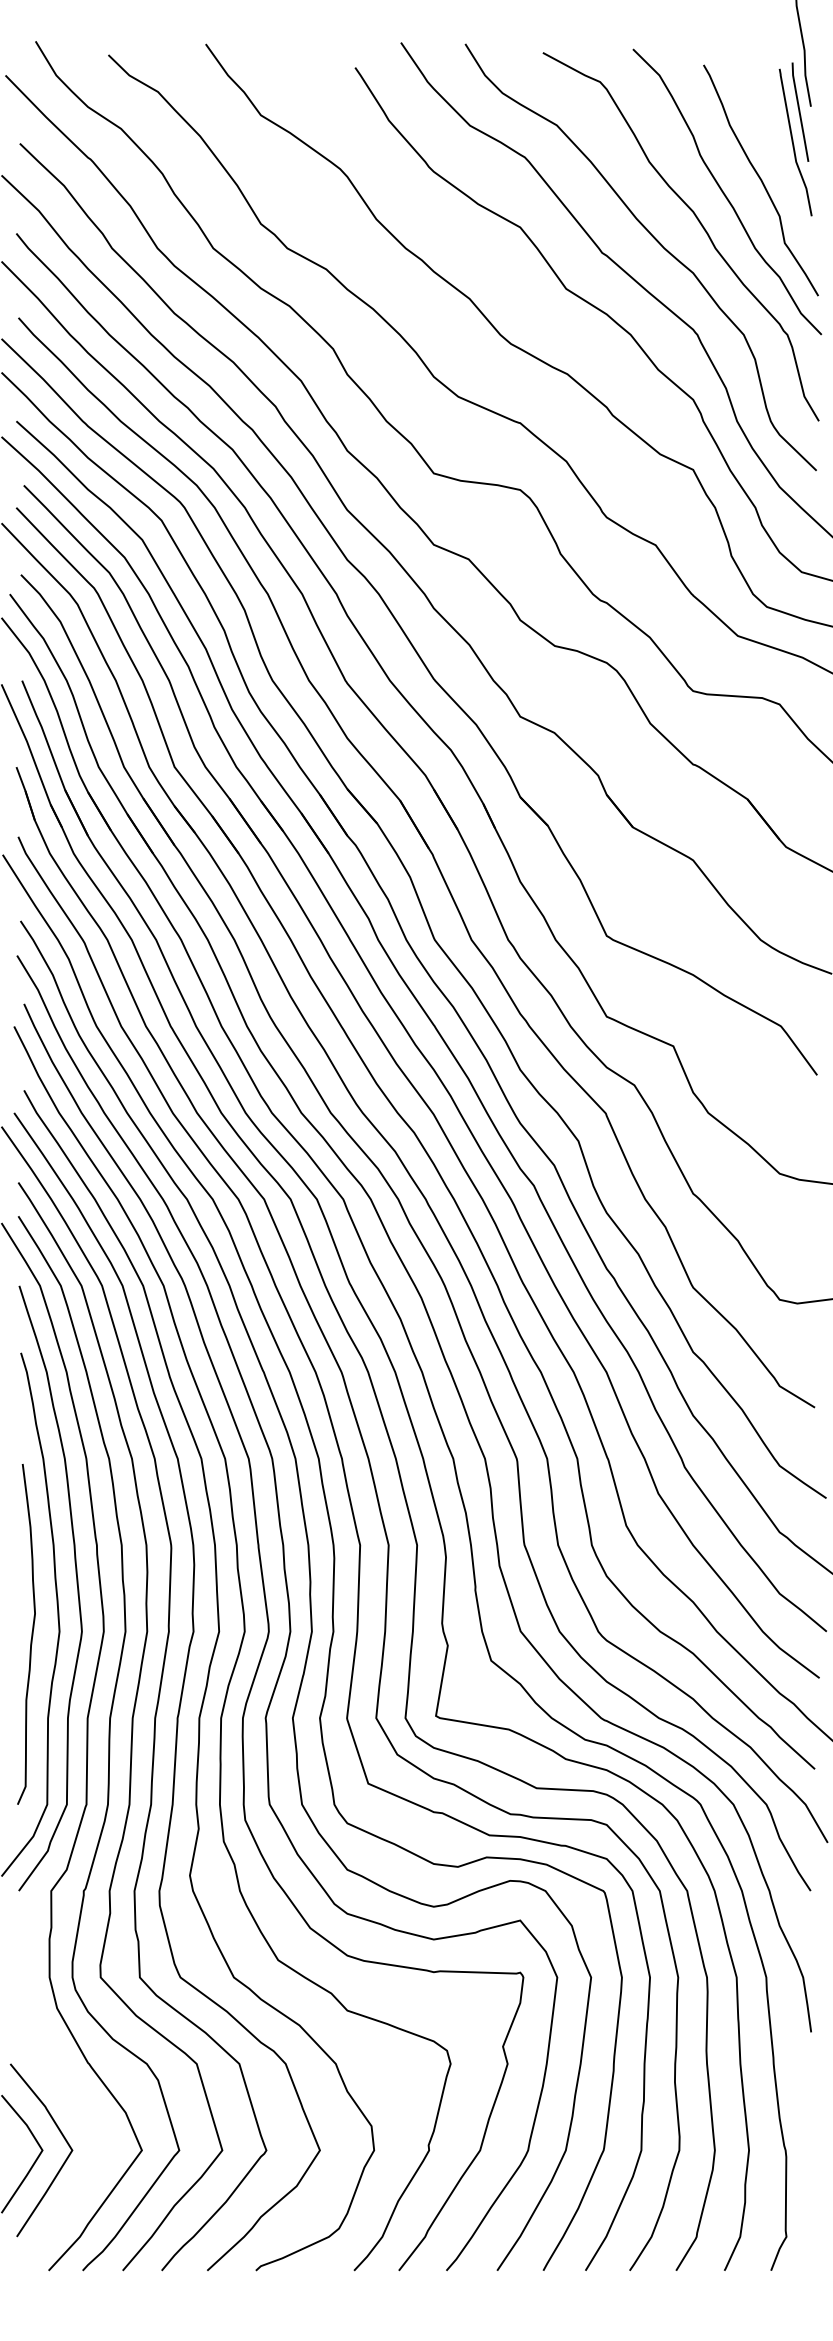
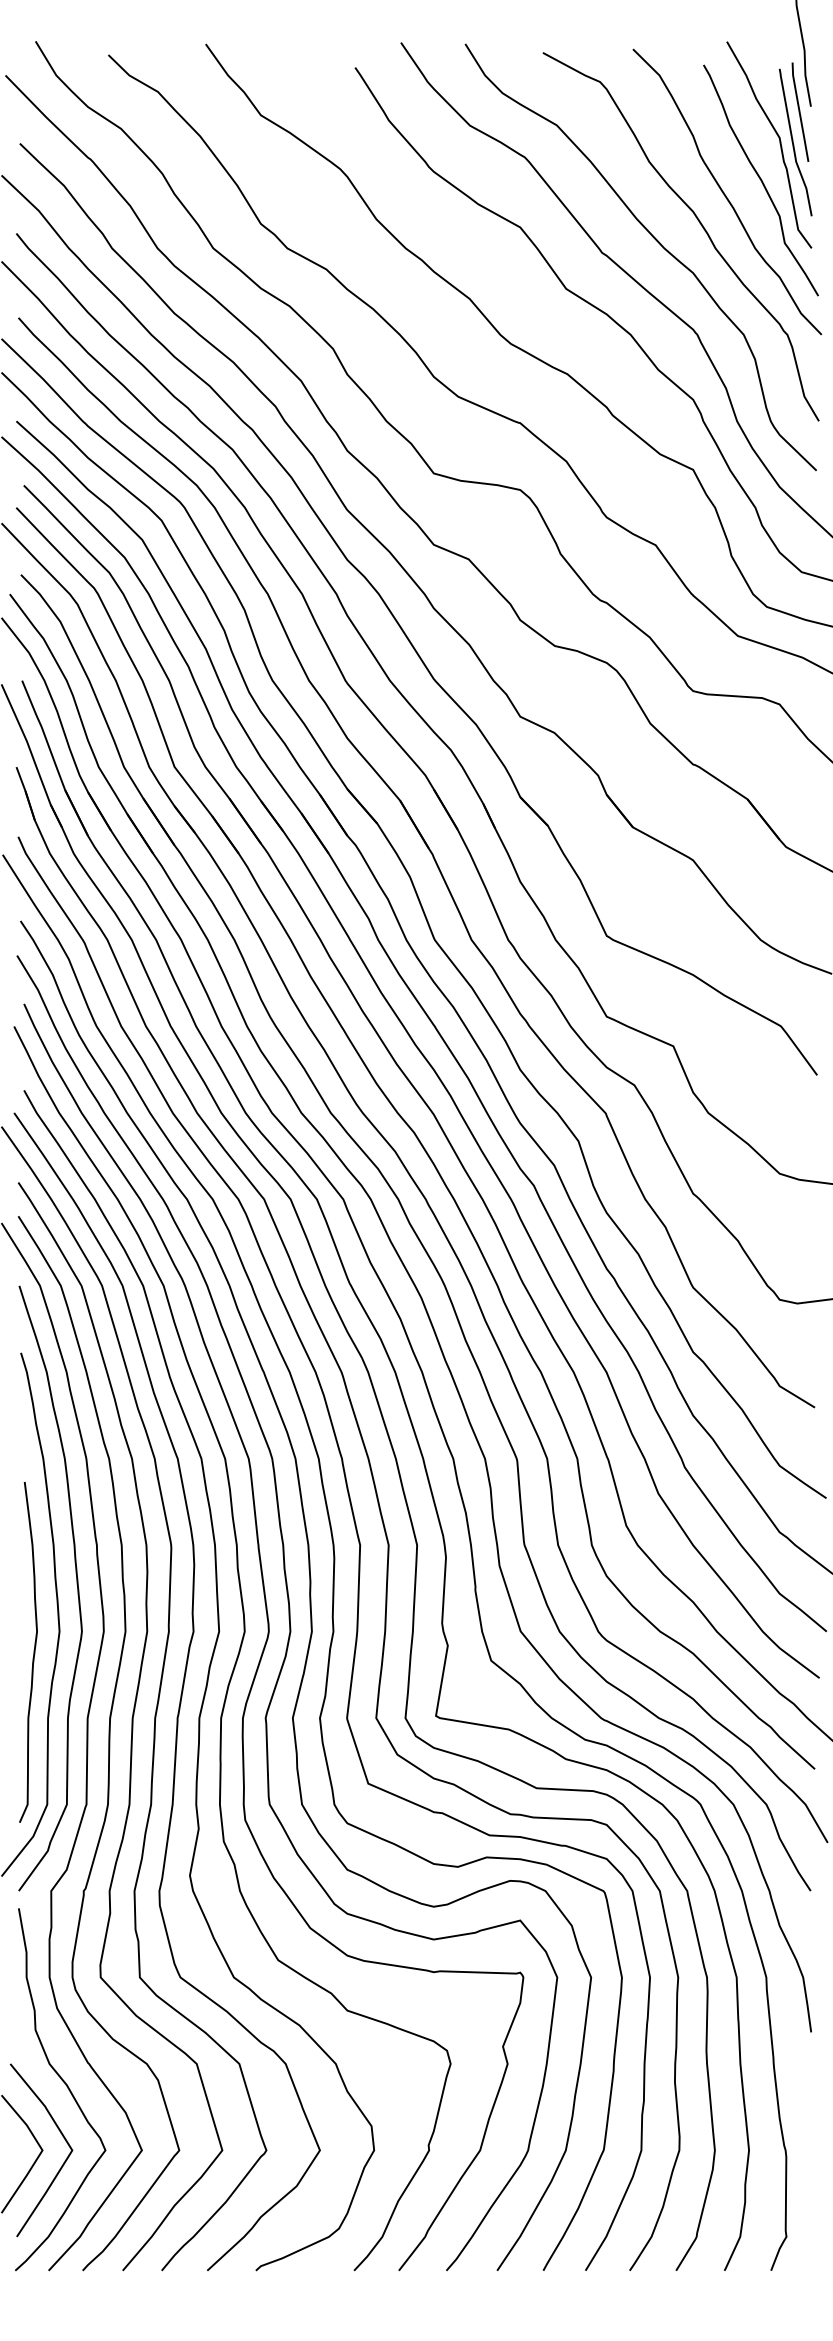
curve at (779, 144): none -> present
curve at (31, 1634) position: (31, 1634) -> (33, 1652)
curve at (65, 2085): none -> present
